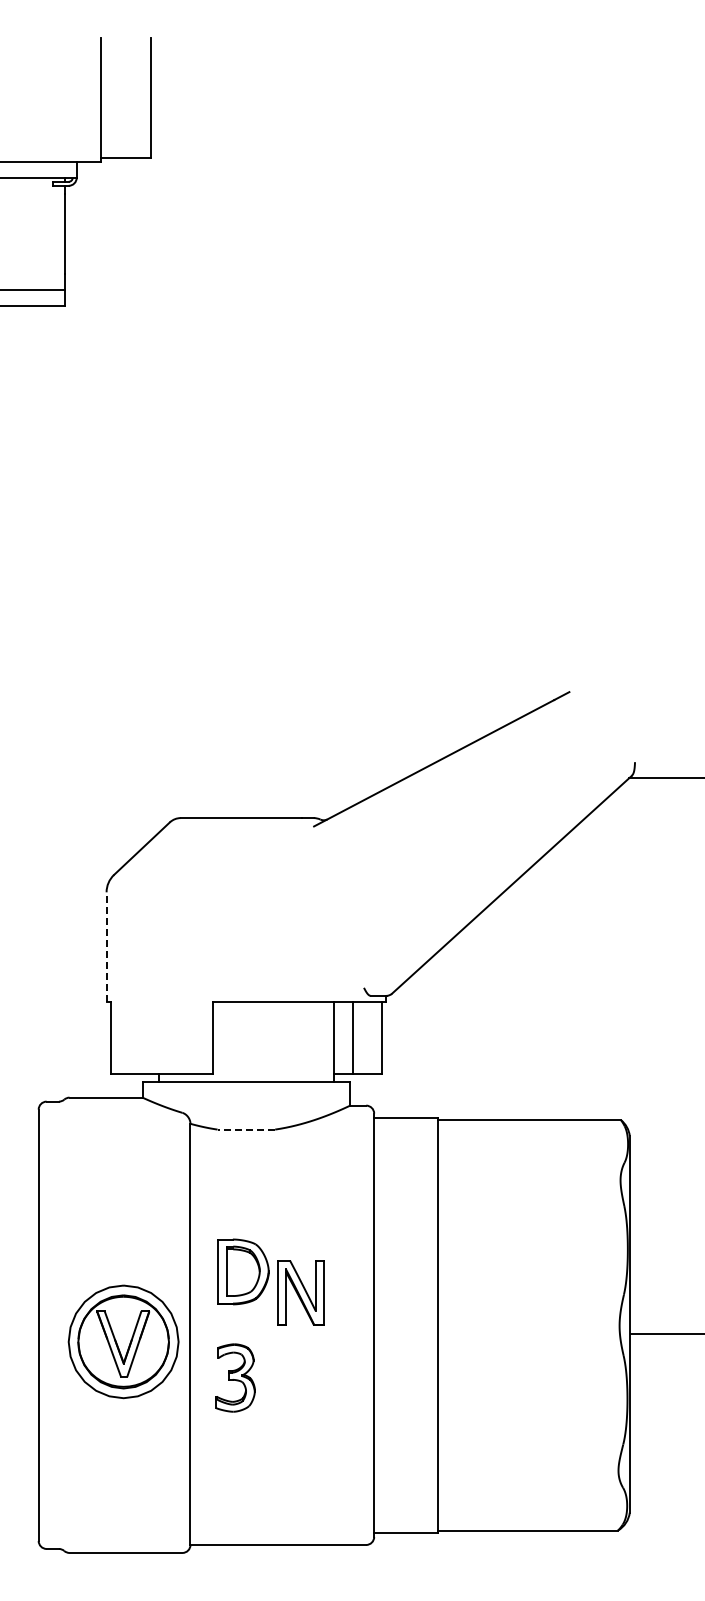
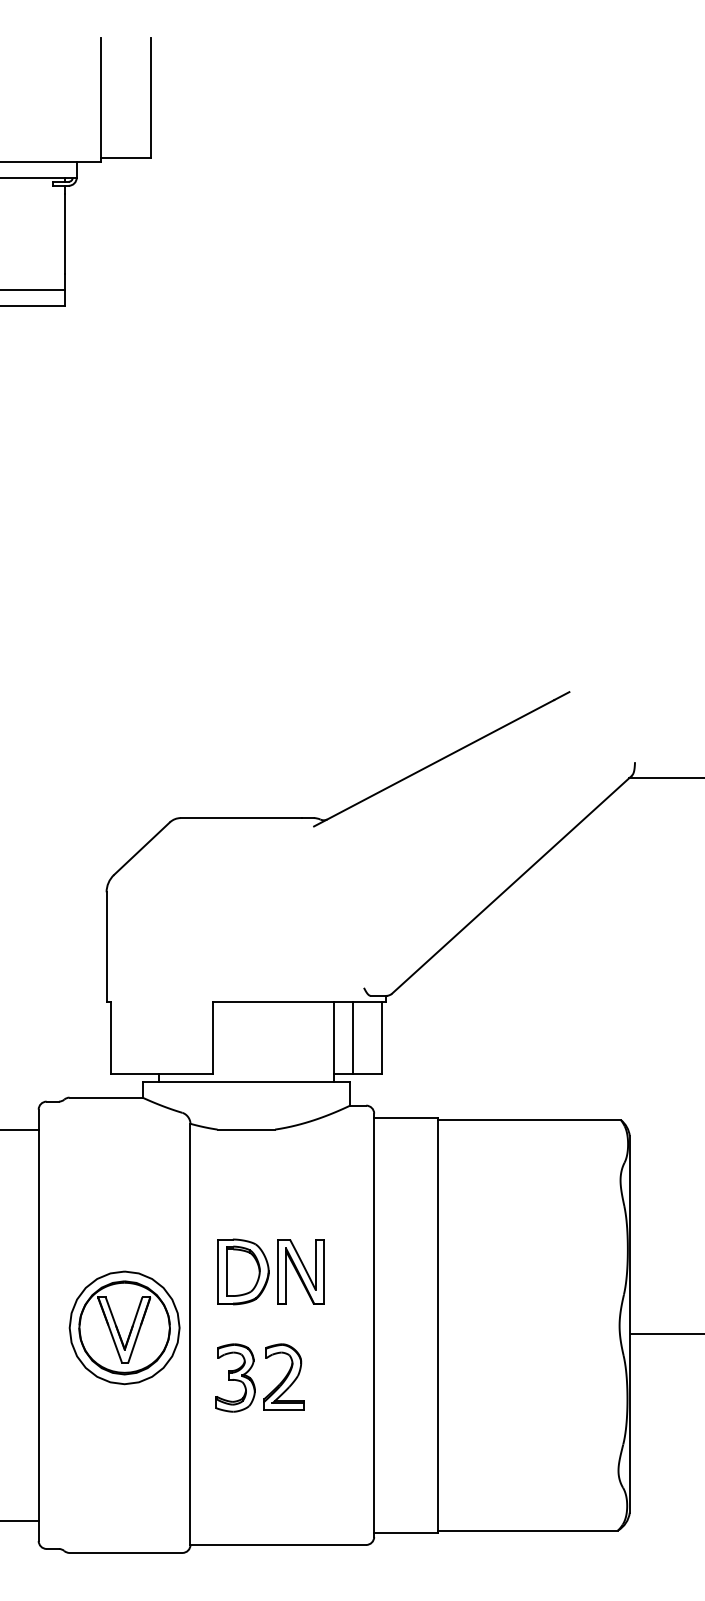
line at (106, 947): dashed -> solid
line at (20, 1129): none -> present
line at (246, 1129): dashed -> solid
part at (300, 1292) position: (300, 1292) -> (300, 1271)
part at (123, 1341) position: (123, 1341) -> (124, 1327)
part at (283, 1376): none -> present
line at (20, 1521): none -> present
